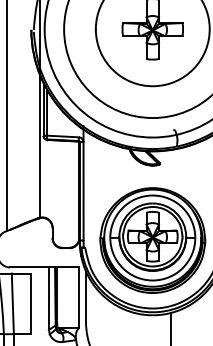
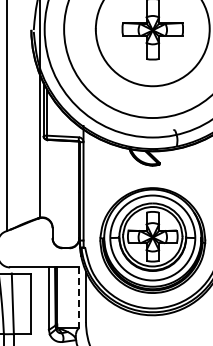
line at (79, 298): solid -> dashed
line at (171, 327): present -> none
